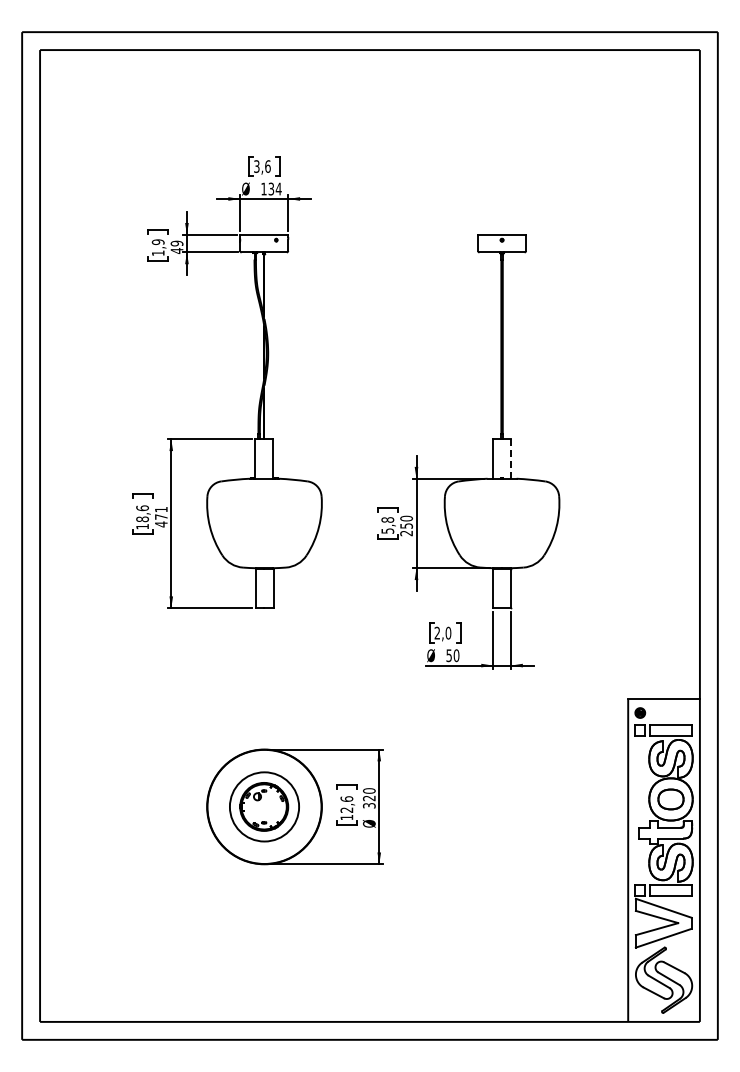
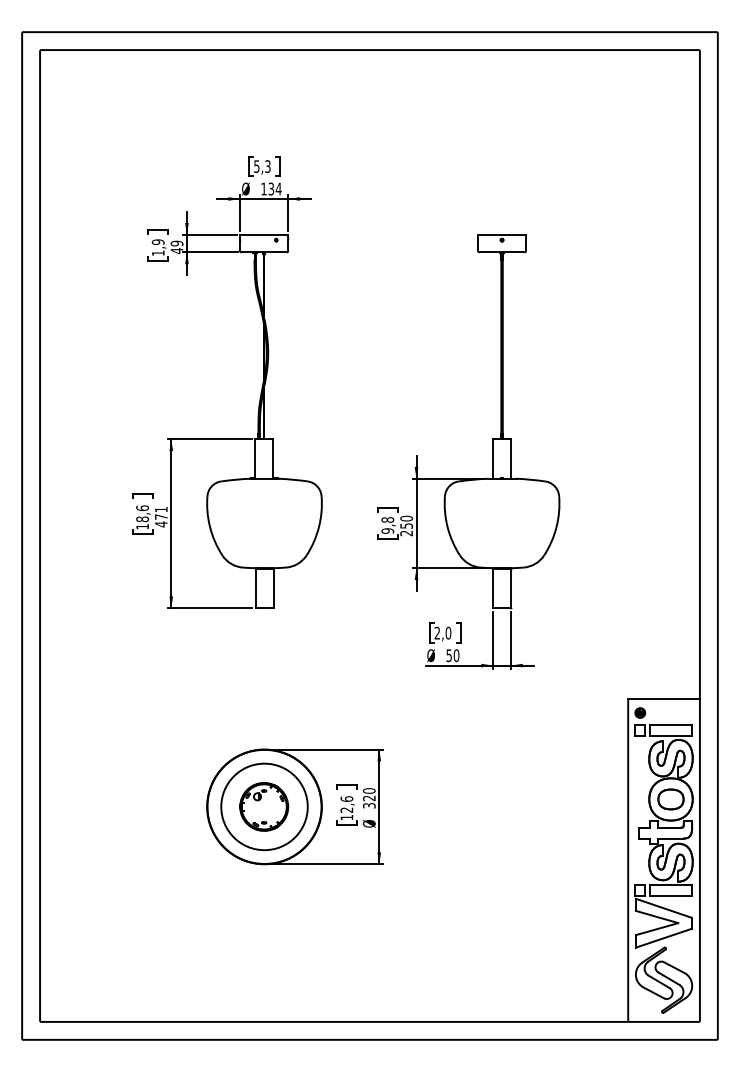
text at (262, 166): 3,6 -> 5,3
line at (511, 458): dashed -> solid
text at (387, 530): 5,8 -> 9,8
circle at (264, 806) diameter: 69 px -> 86 px
